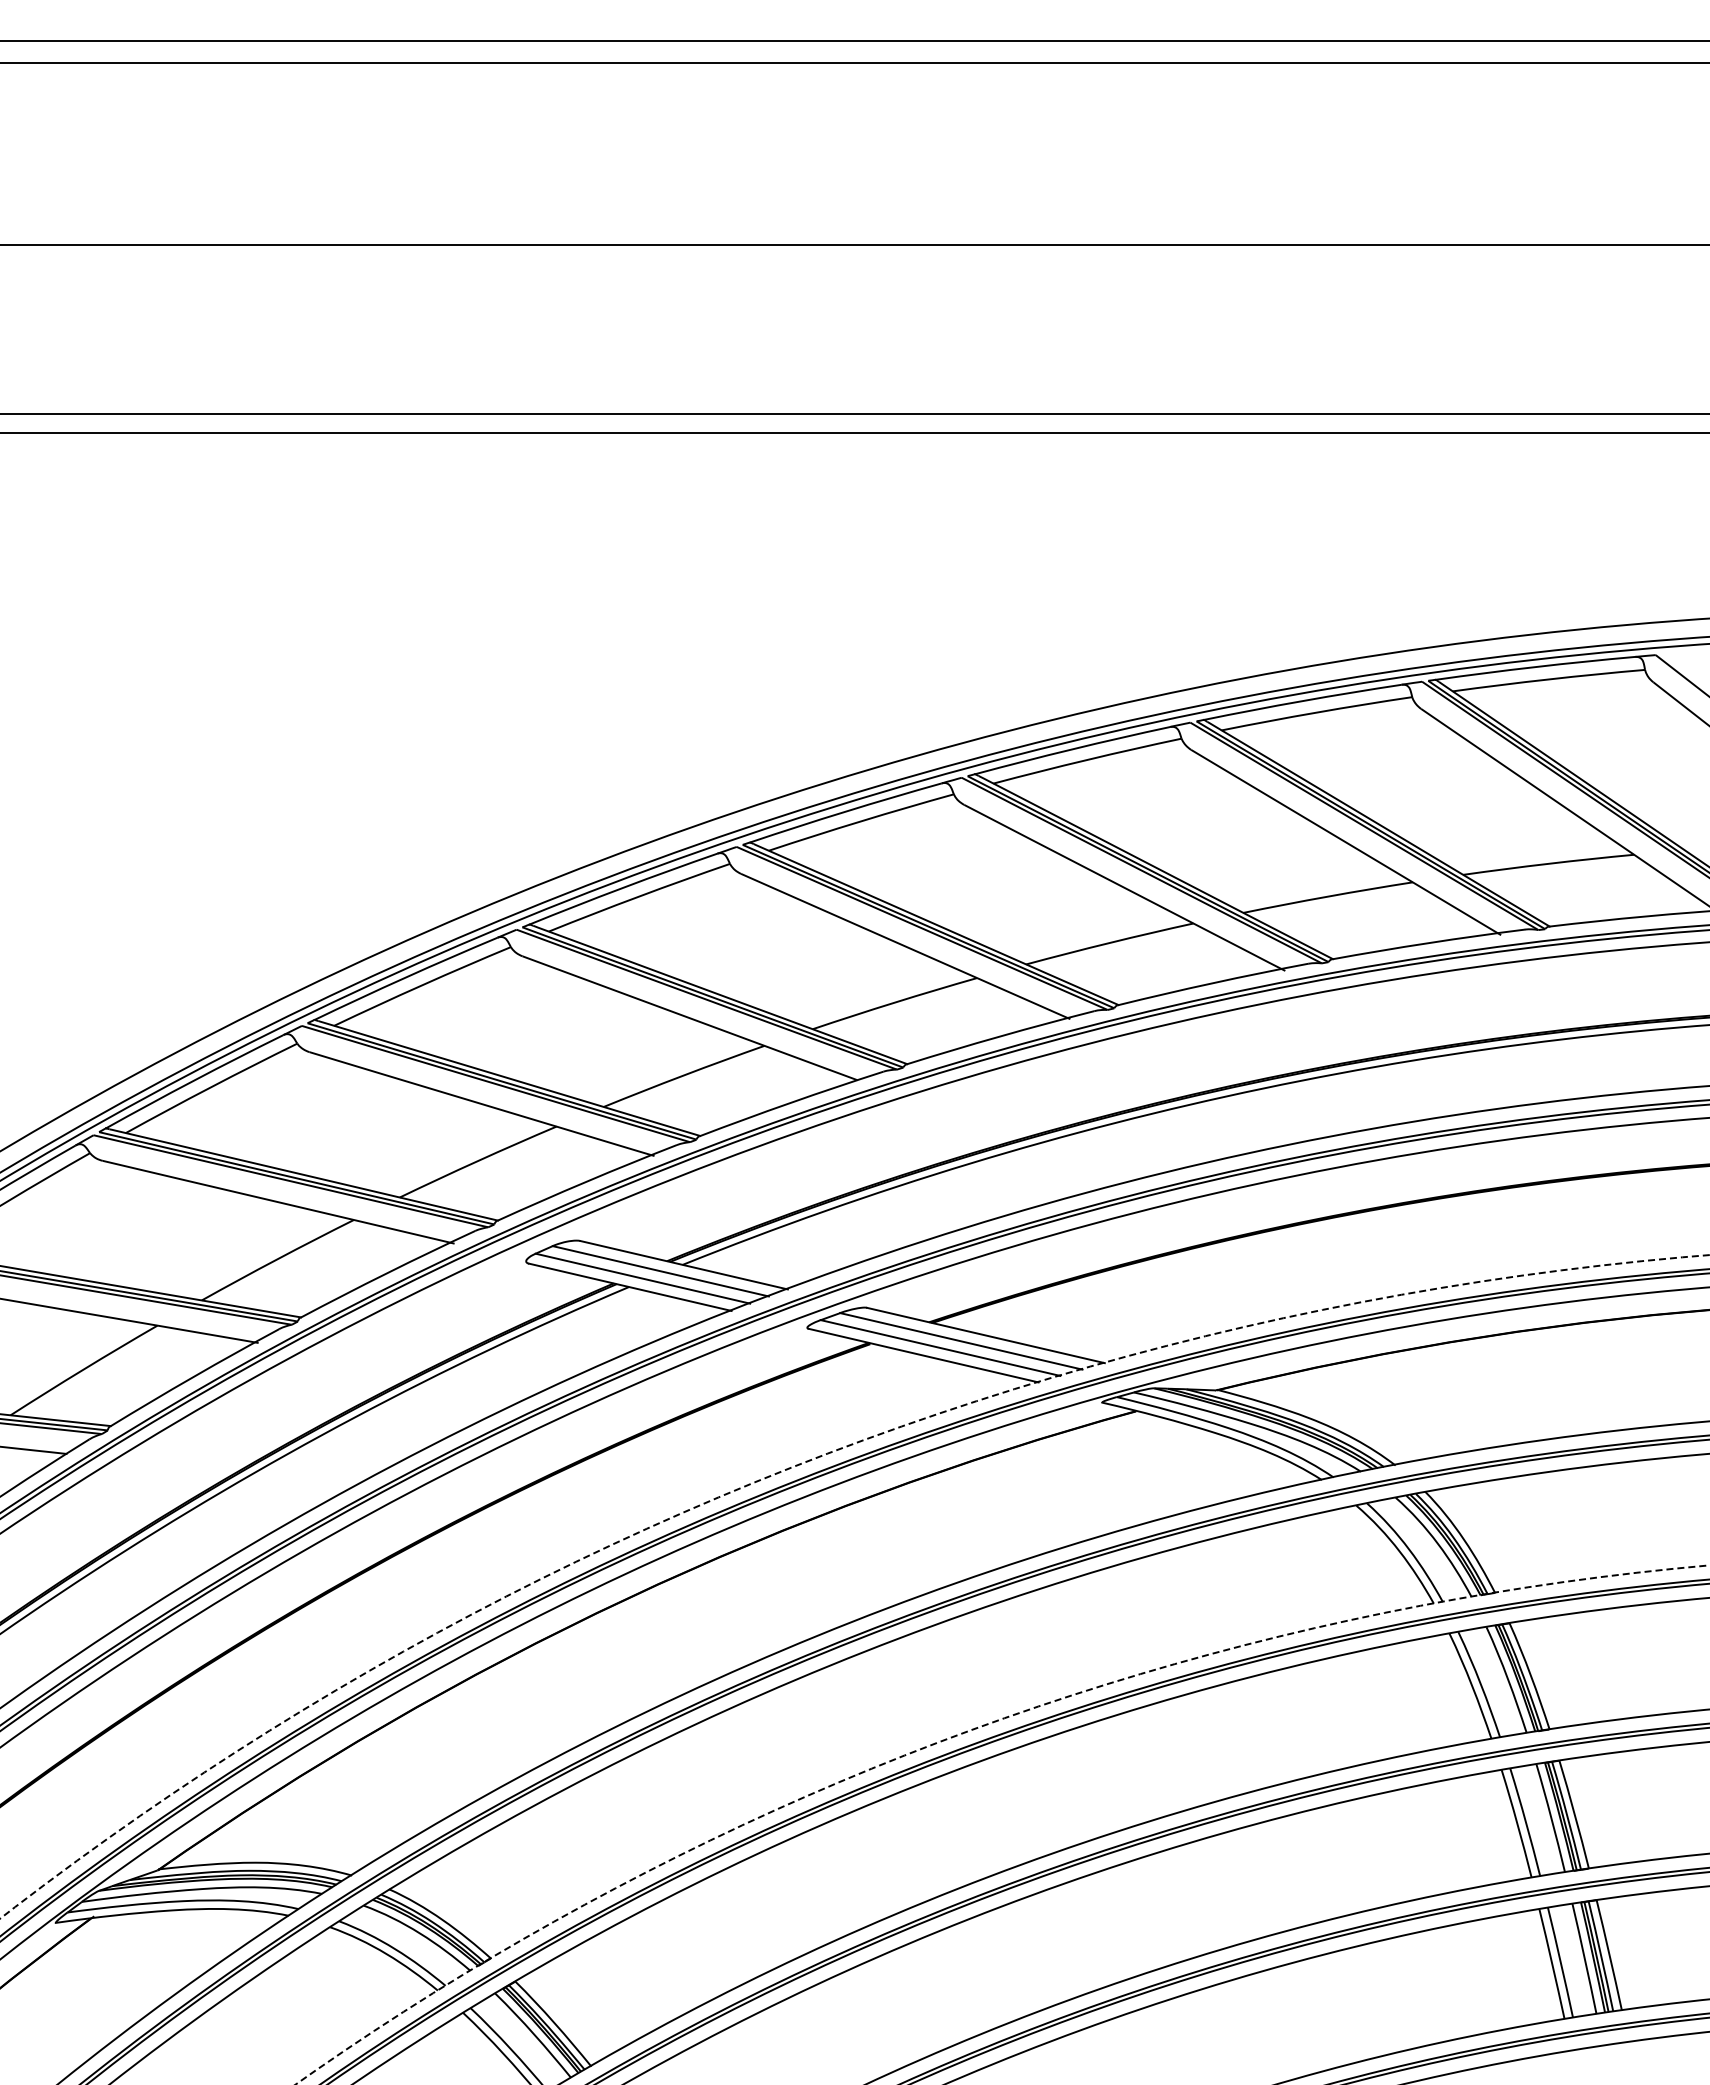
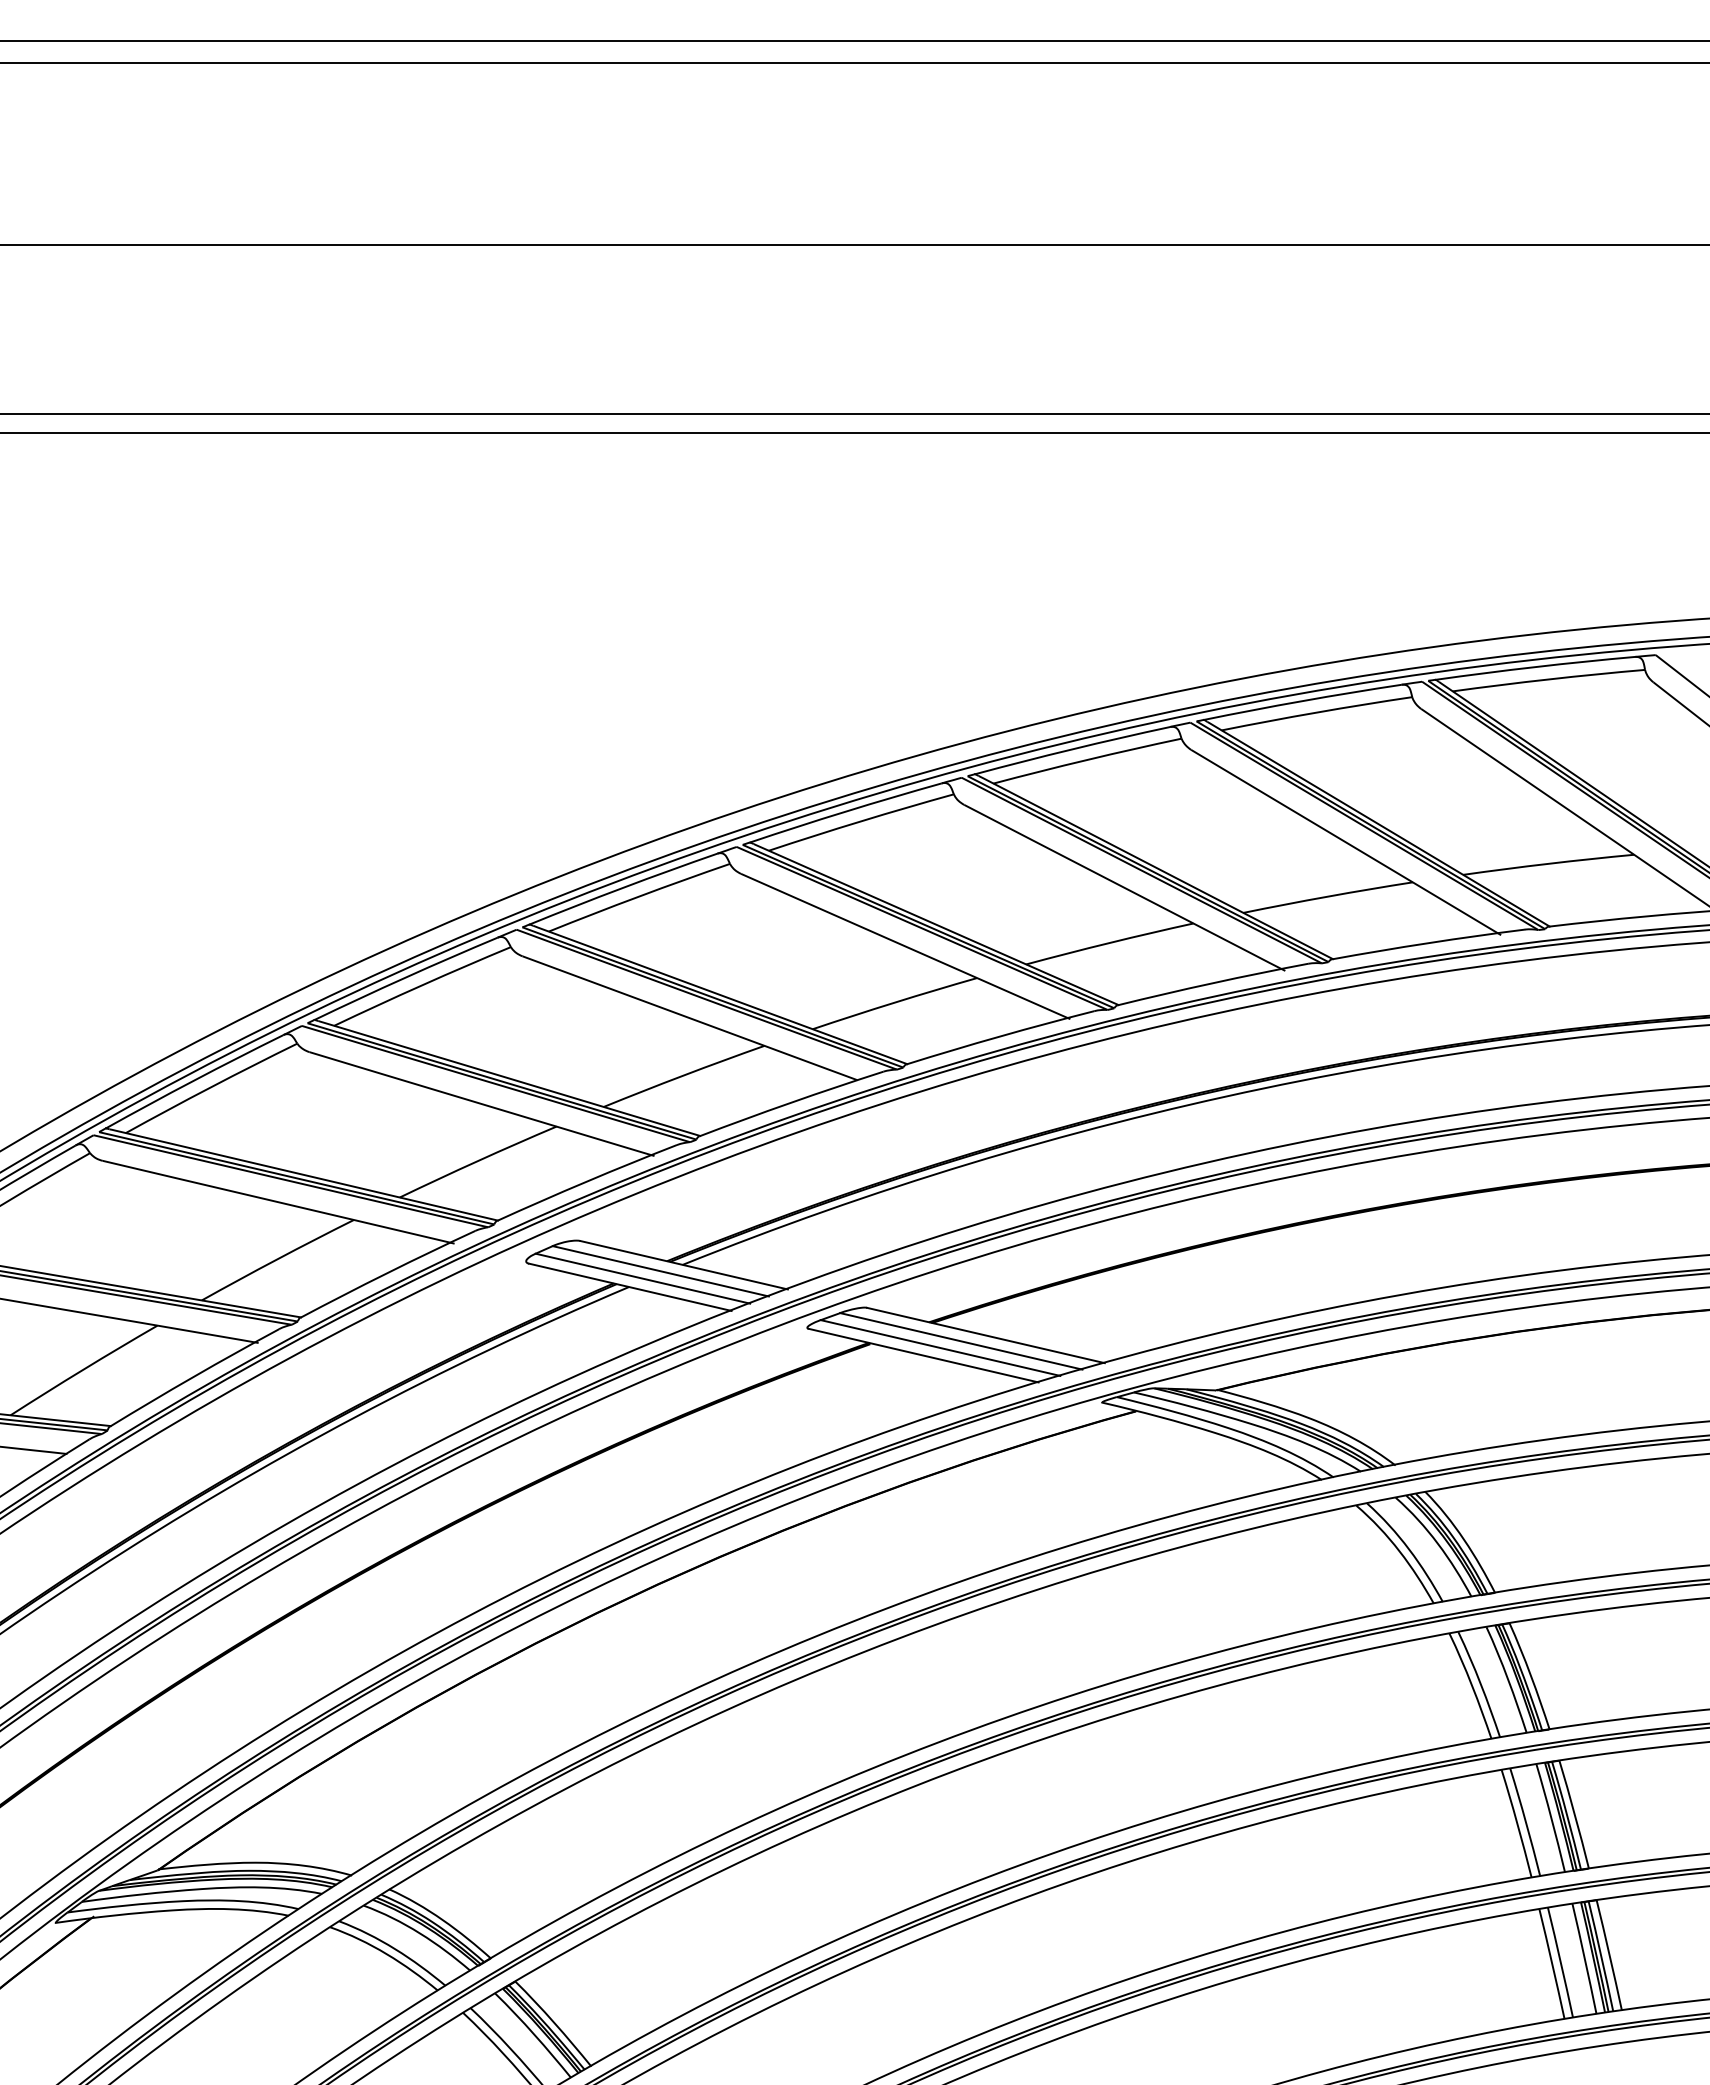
circle at (854, 1586): dashed -> solid
circle at (1002, 1824): dashed -> solid
